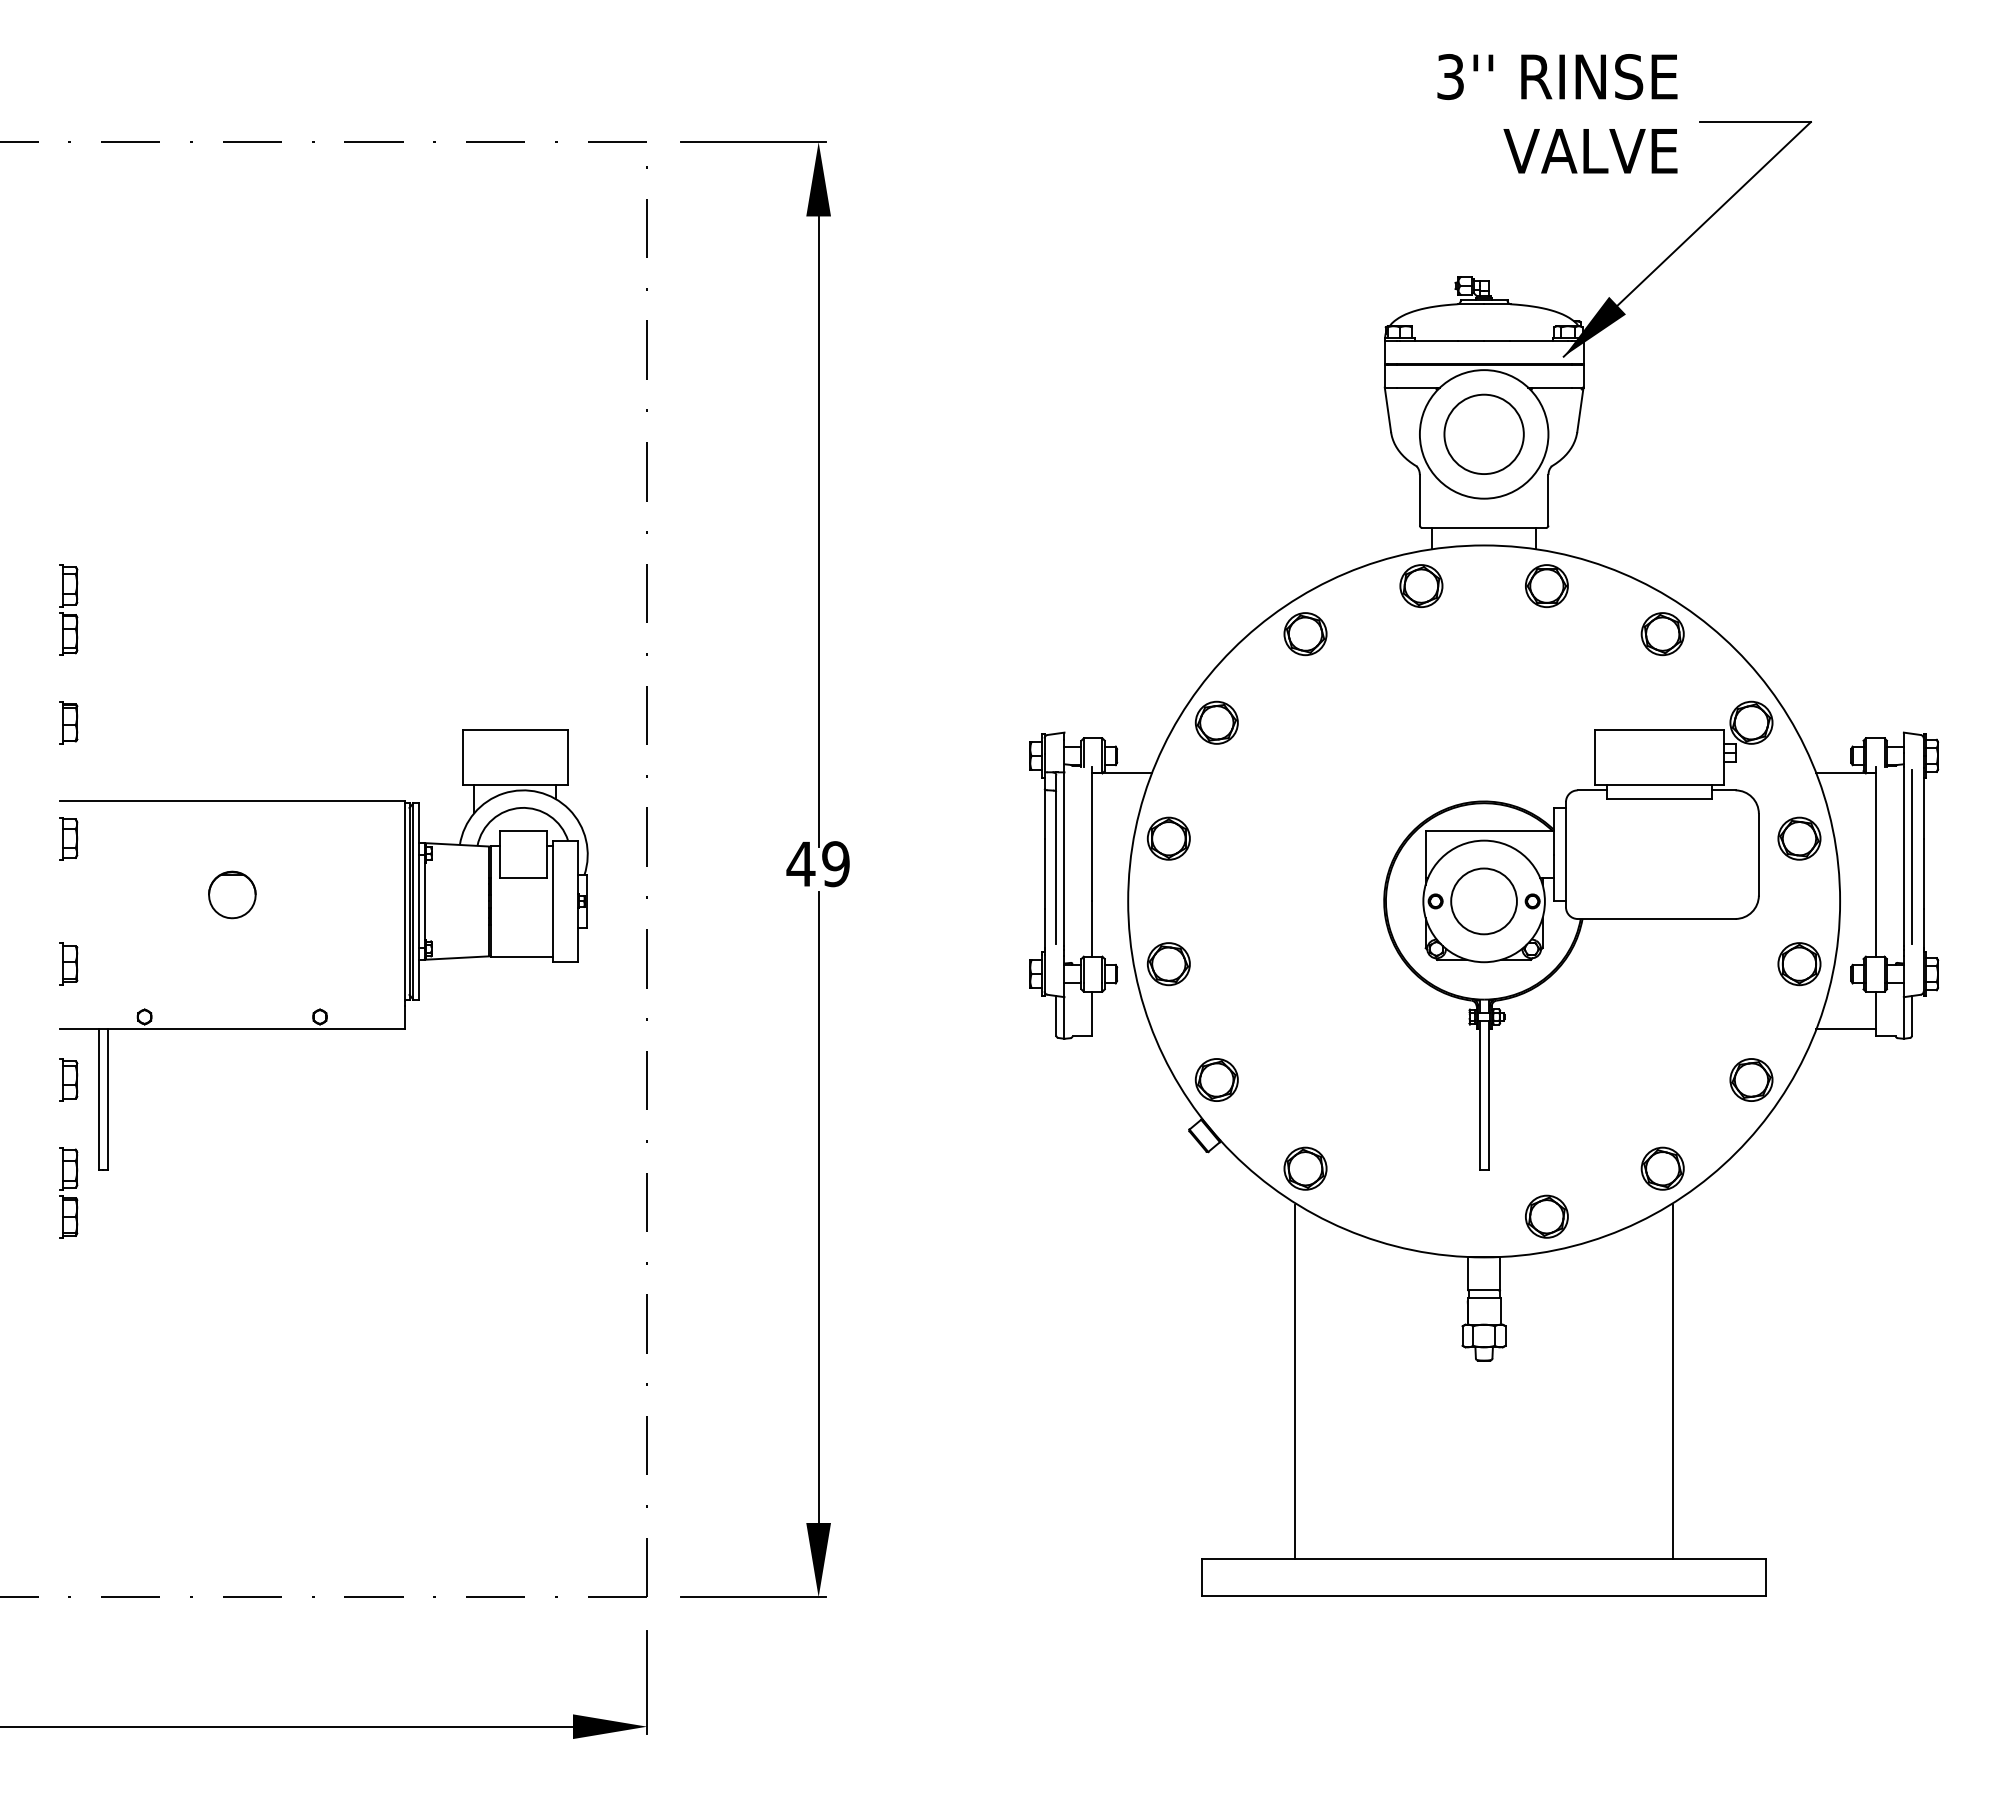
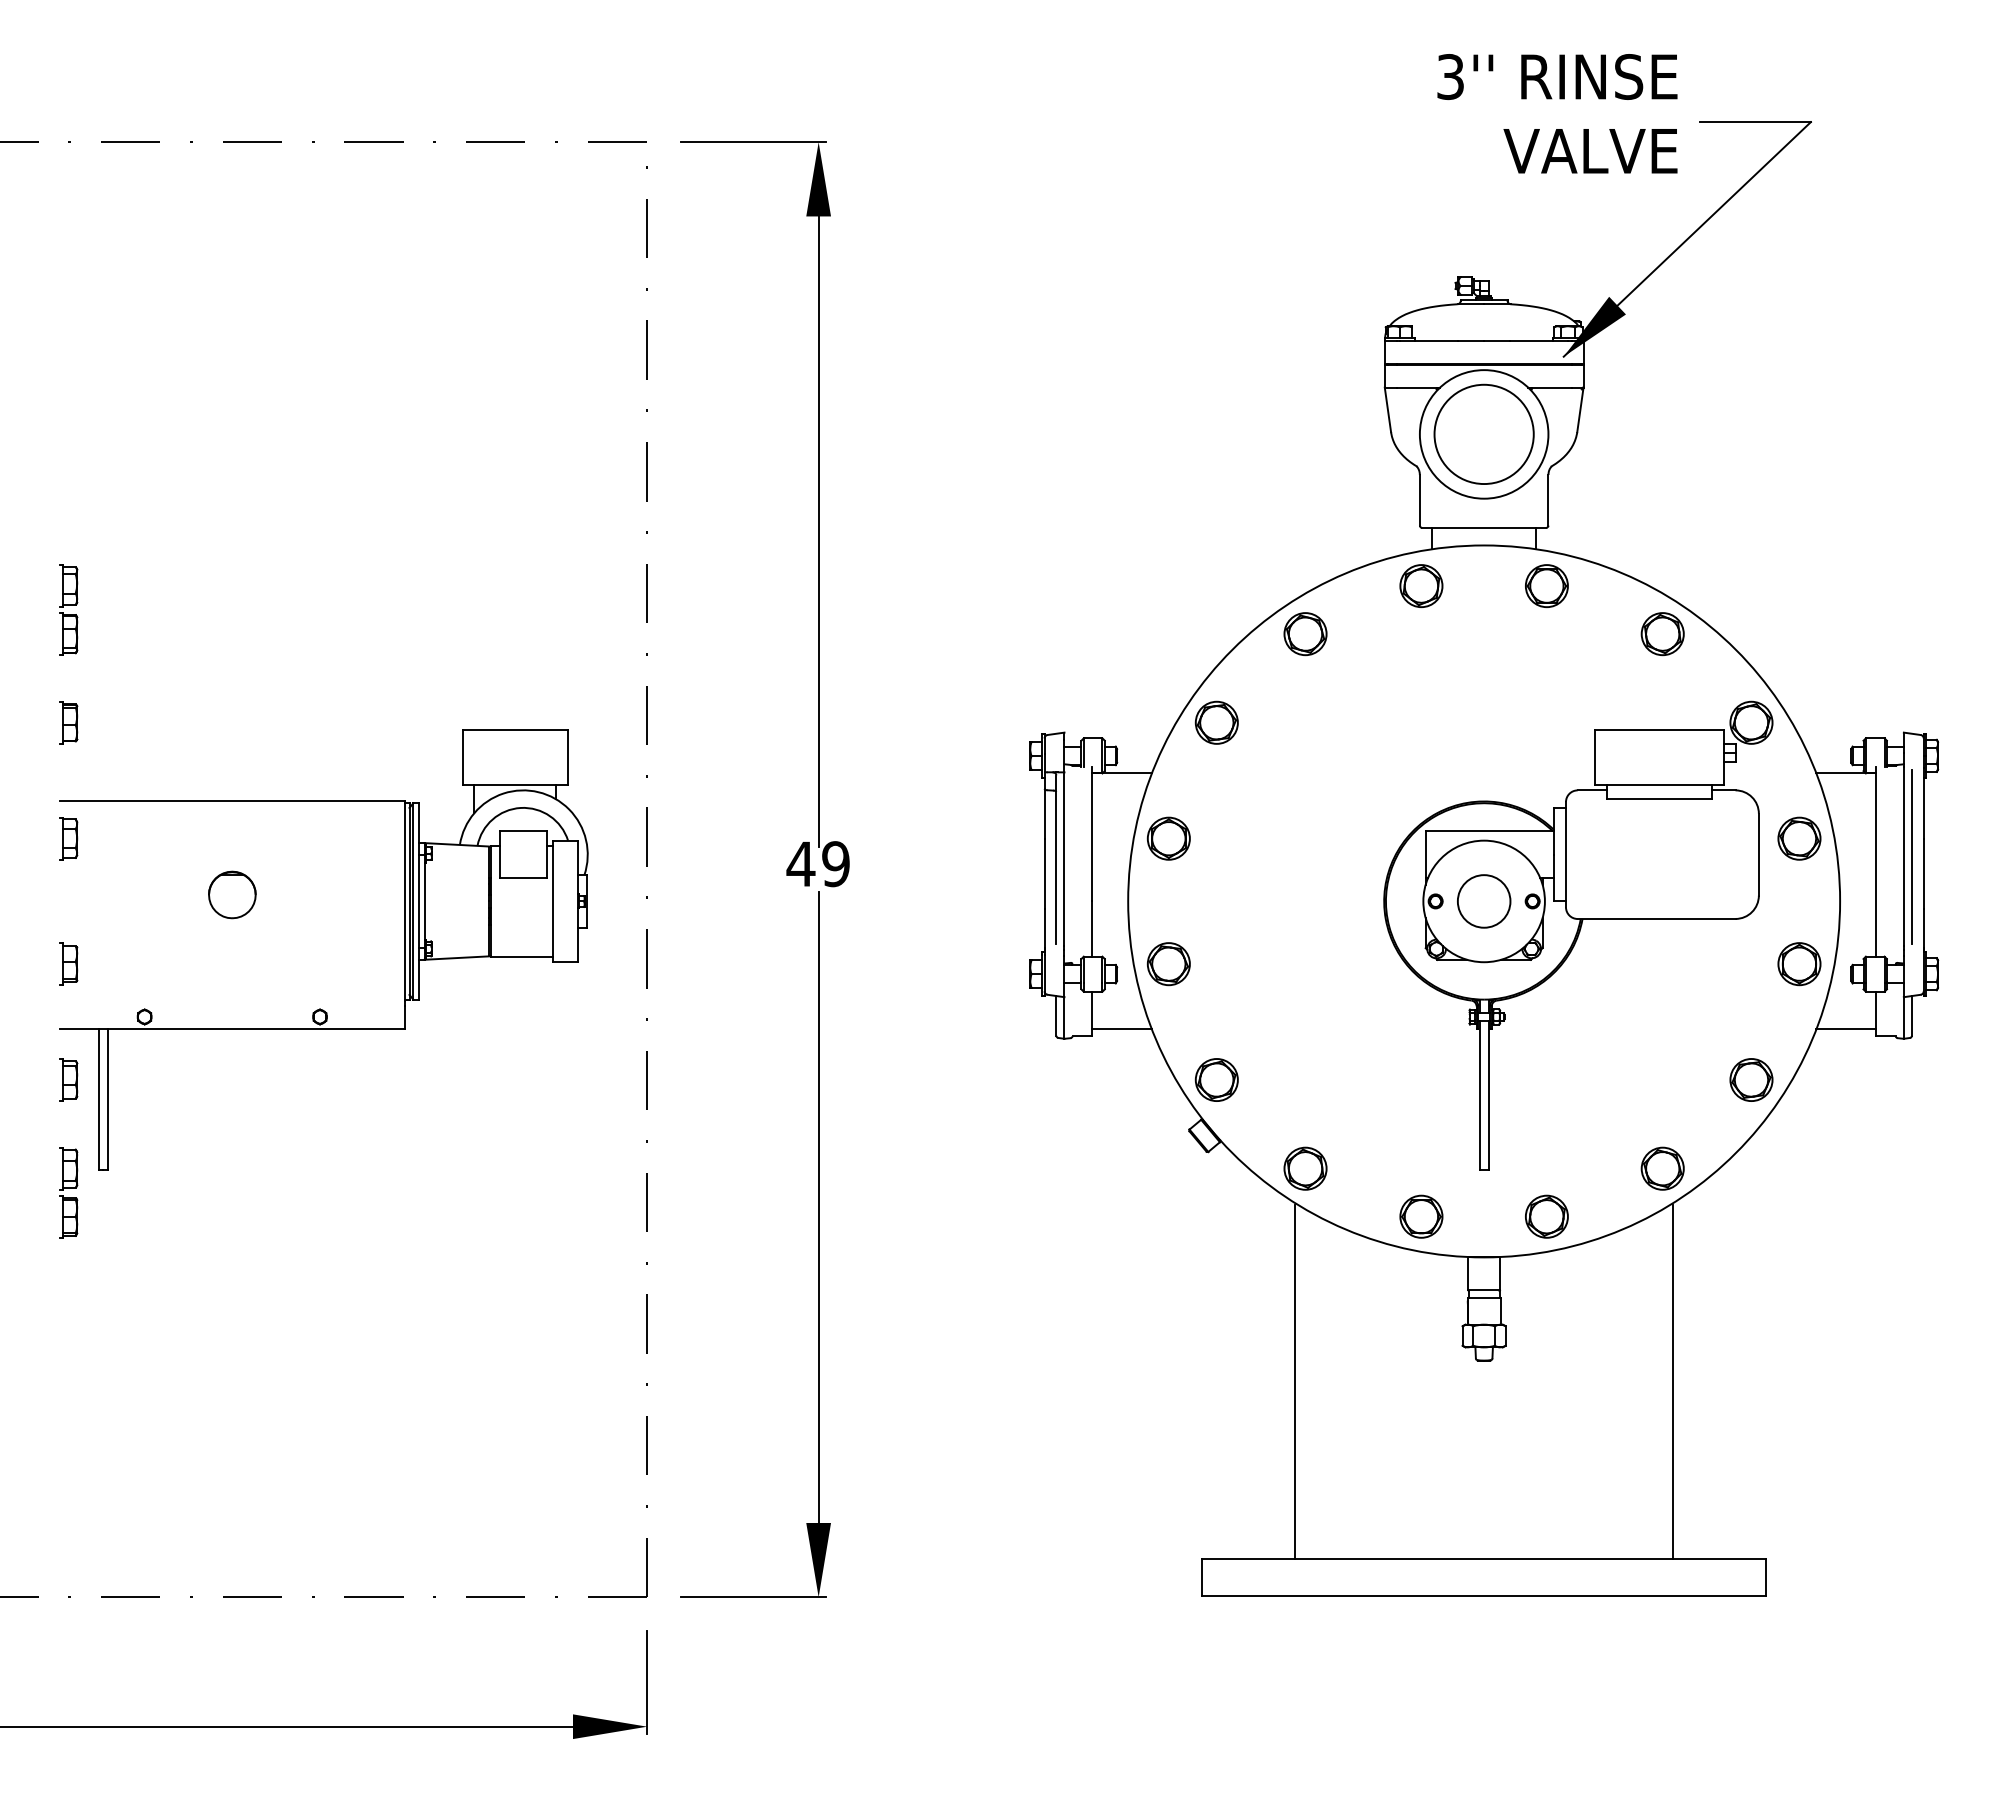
circle at (1483, 434) diameter: 79 px -> 99 px
circle at (1483, 901) size: 68x69 px -> 55x55 px
line at (1121, 1029): none -> present
part at (1421, 1216): none -> present
